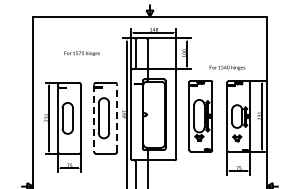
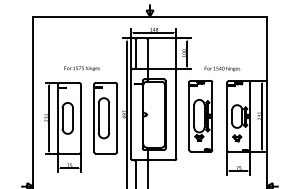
text at (81, 53) position: (81, 53) -> (81, 68)
text at (227, 67) position: (227, 67) -> (222, 68)
line at (94, 118): dashed -> solid
line at (117, 118): dashed -> solid
